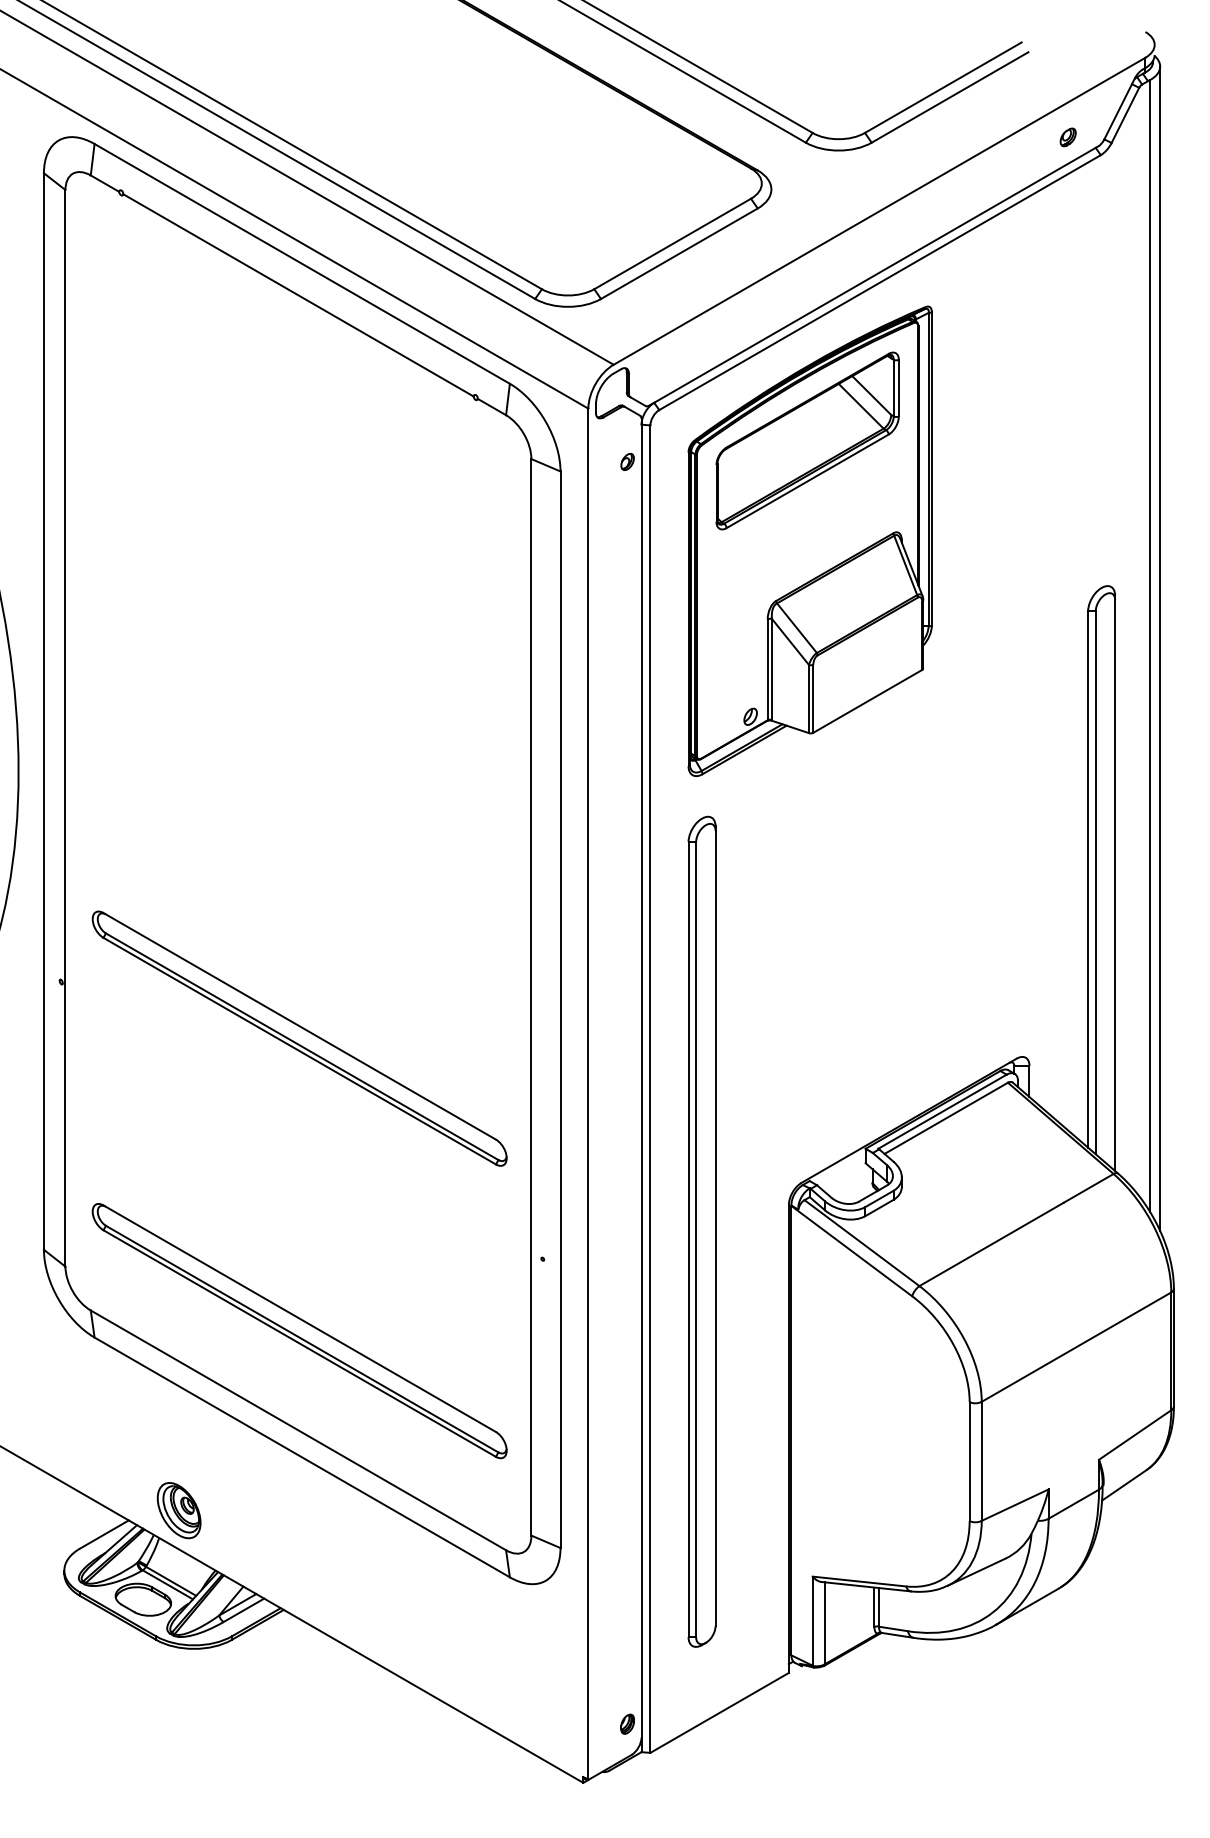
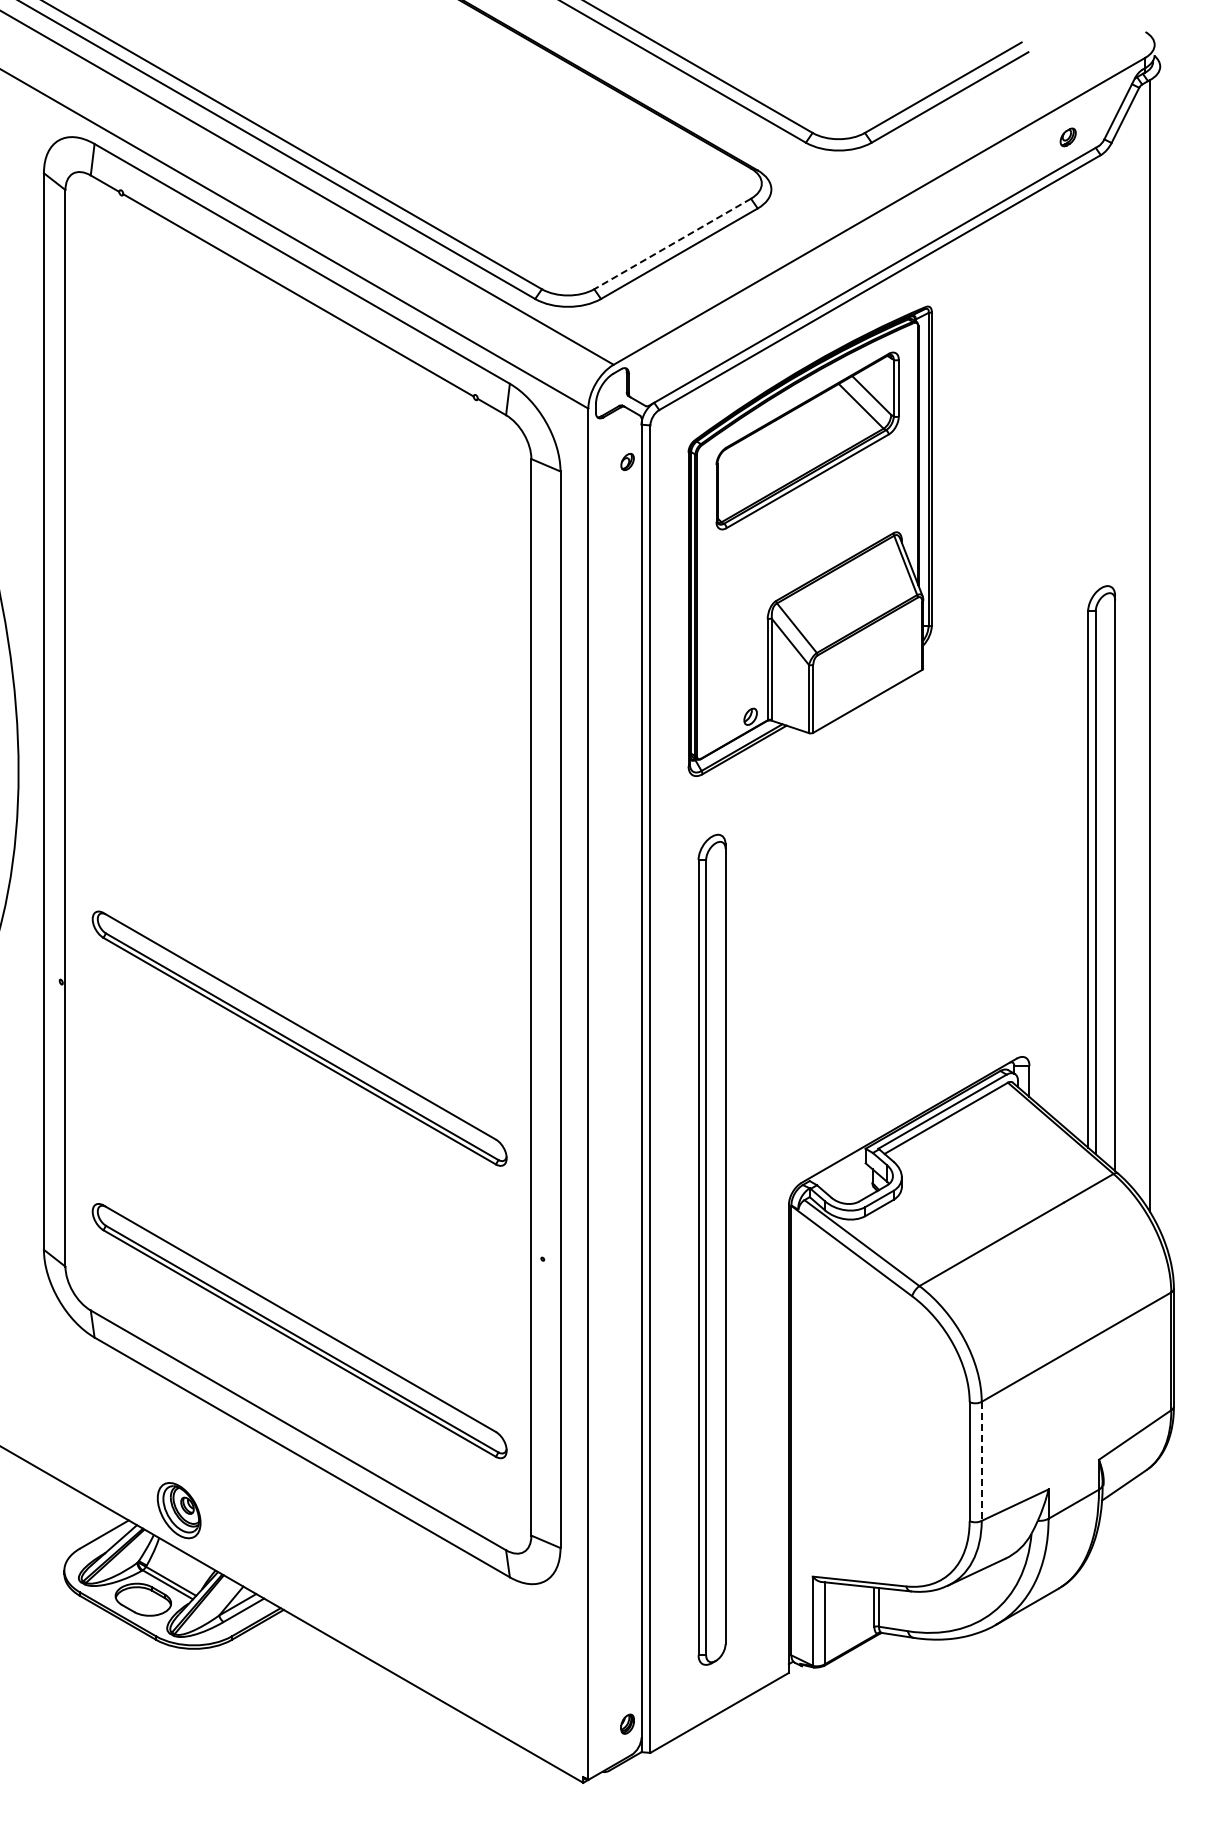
line at (672, 244): solid -> dashed
line at (1160, 648): present -> none
part at (701, 1231) position: (701, 1231) -> (711, 1249)
line at (981, 1461): solid -> dashed
